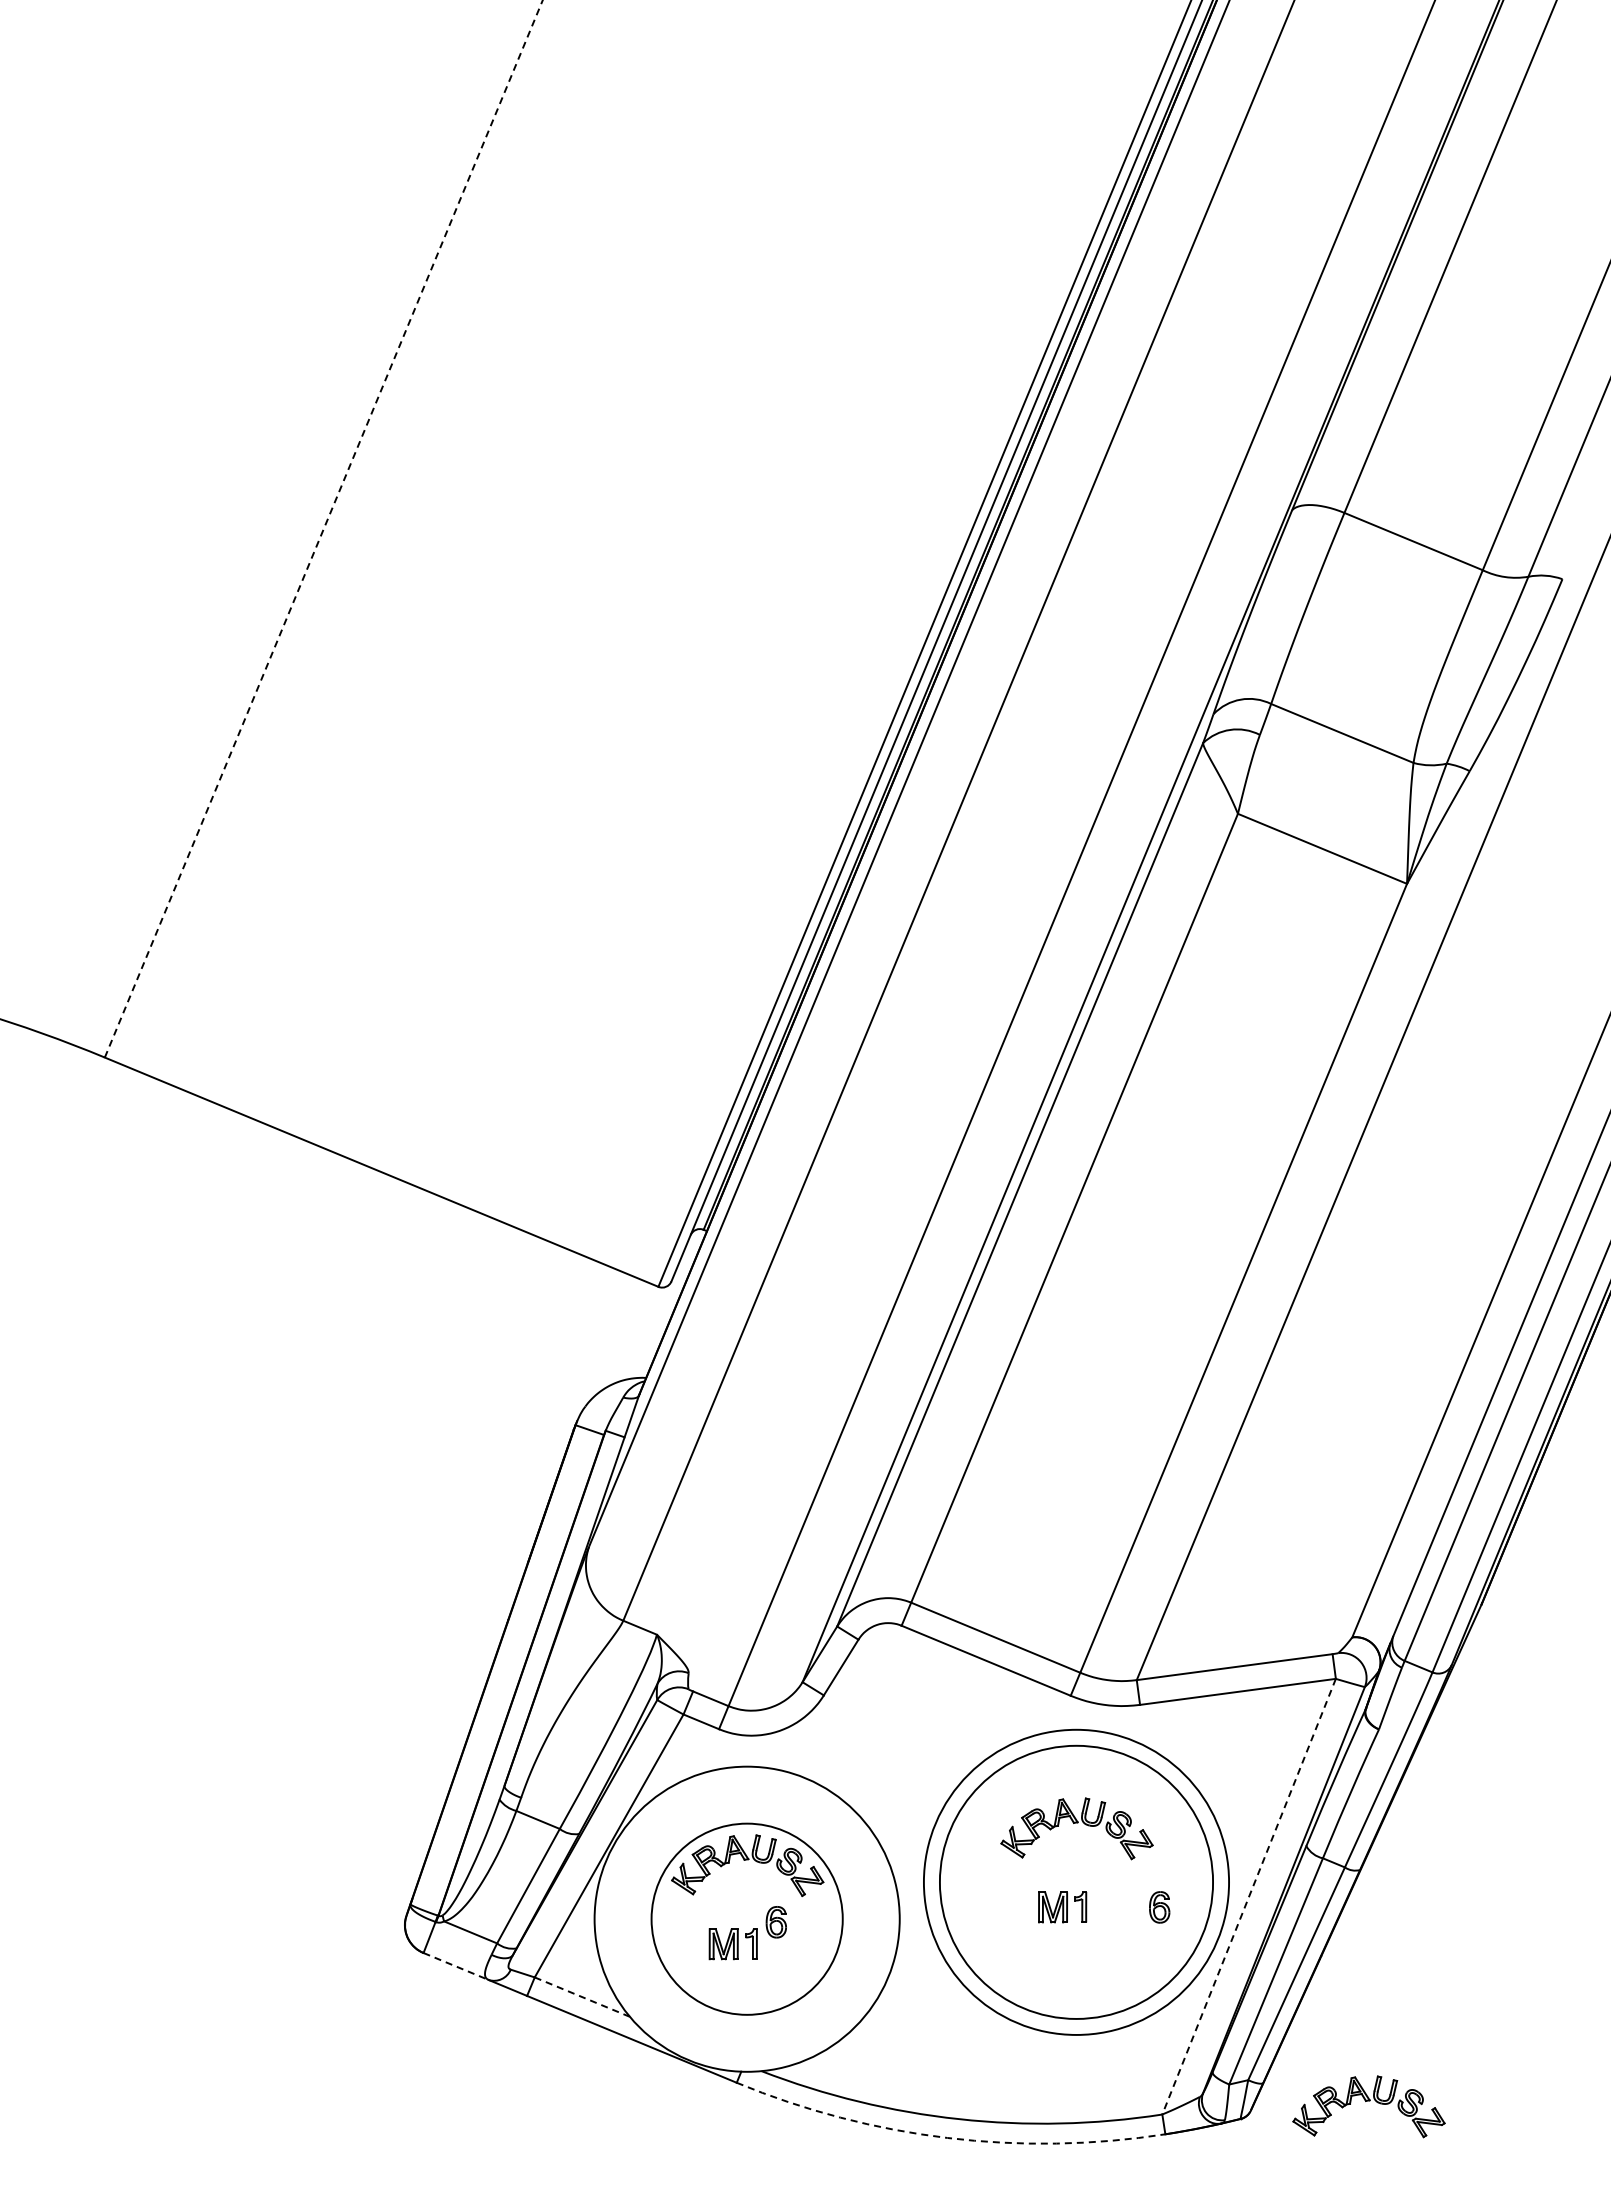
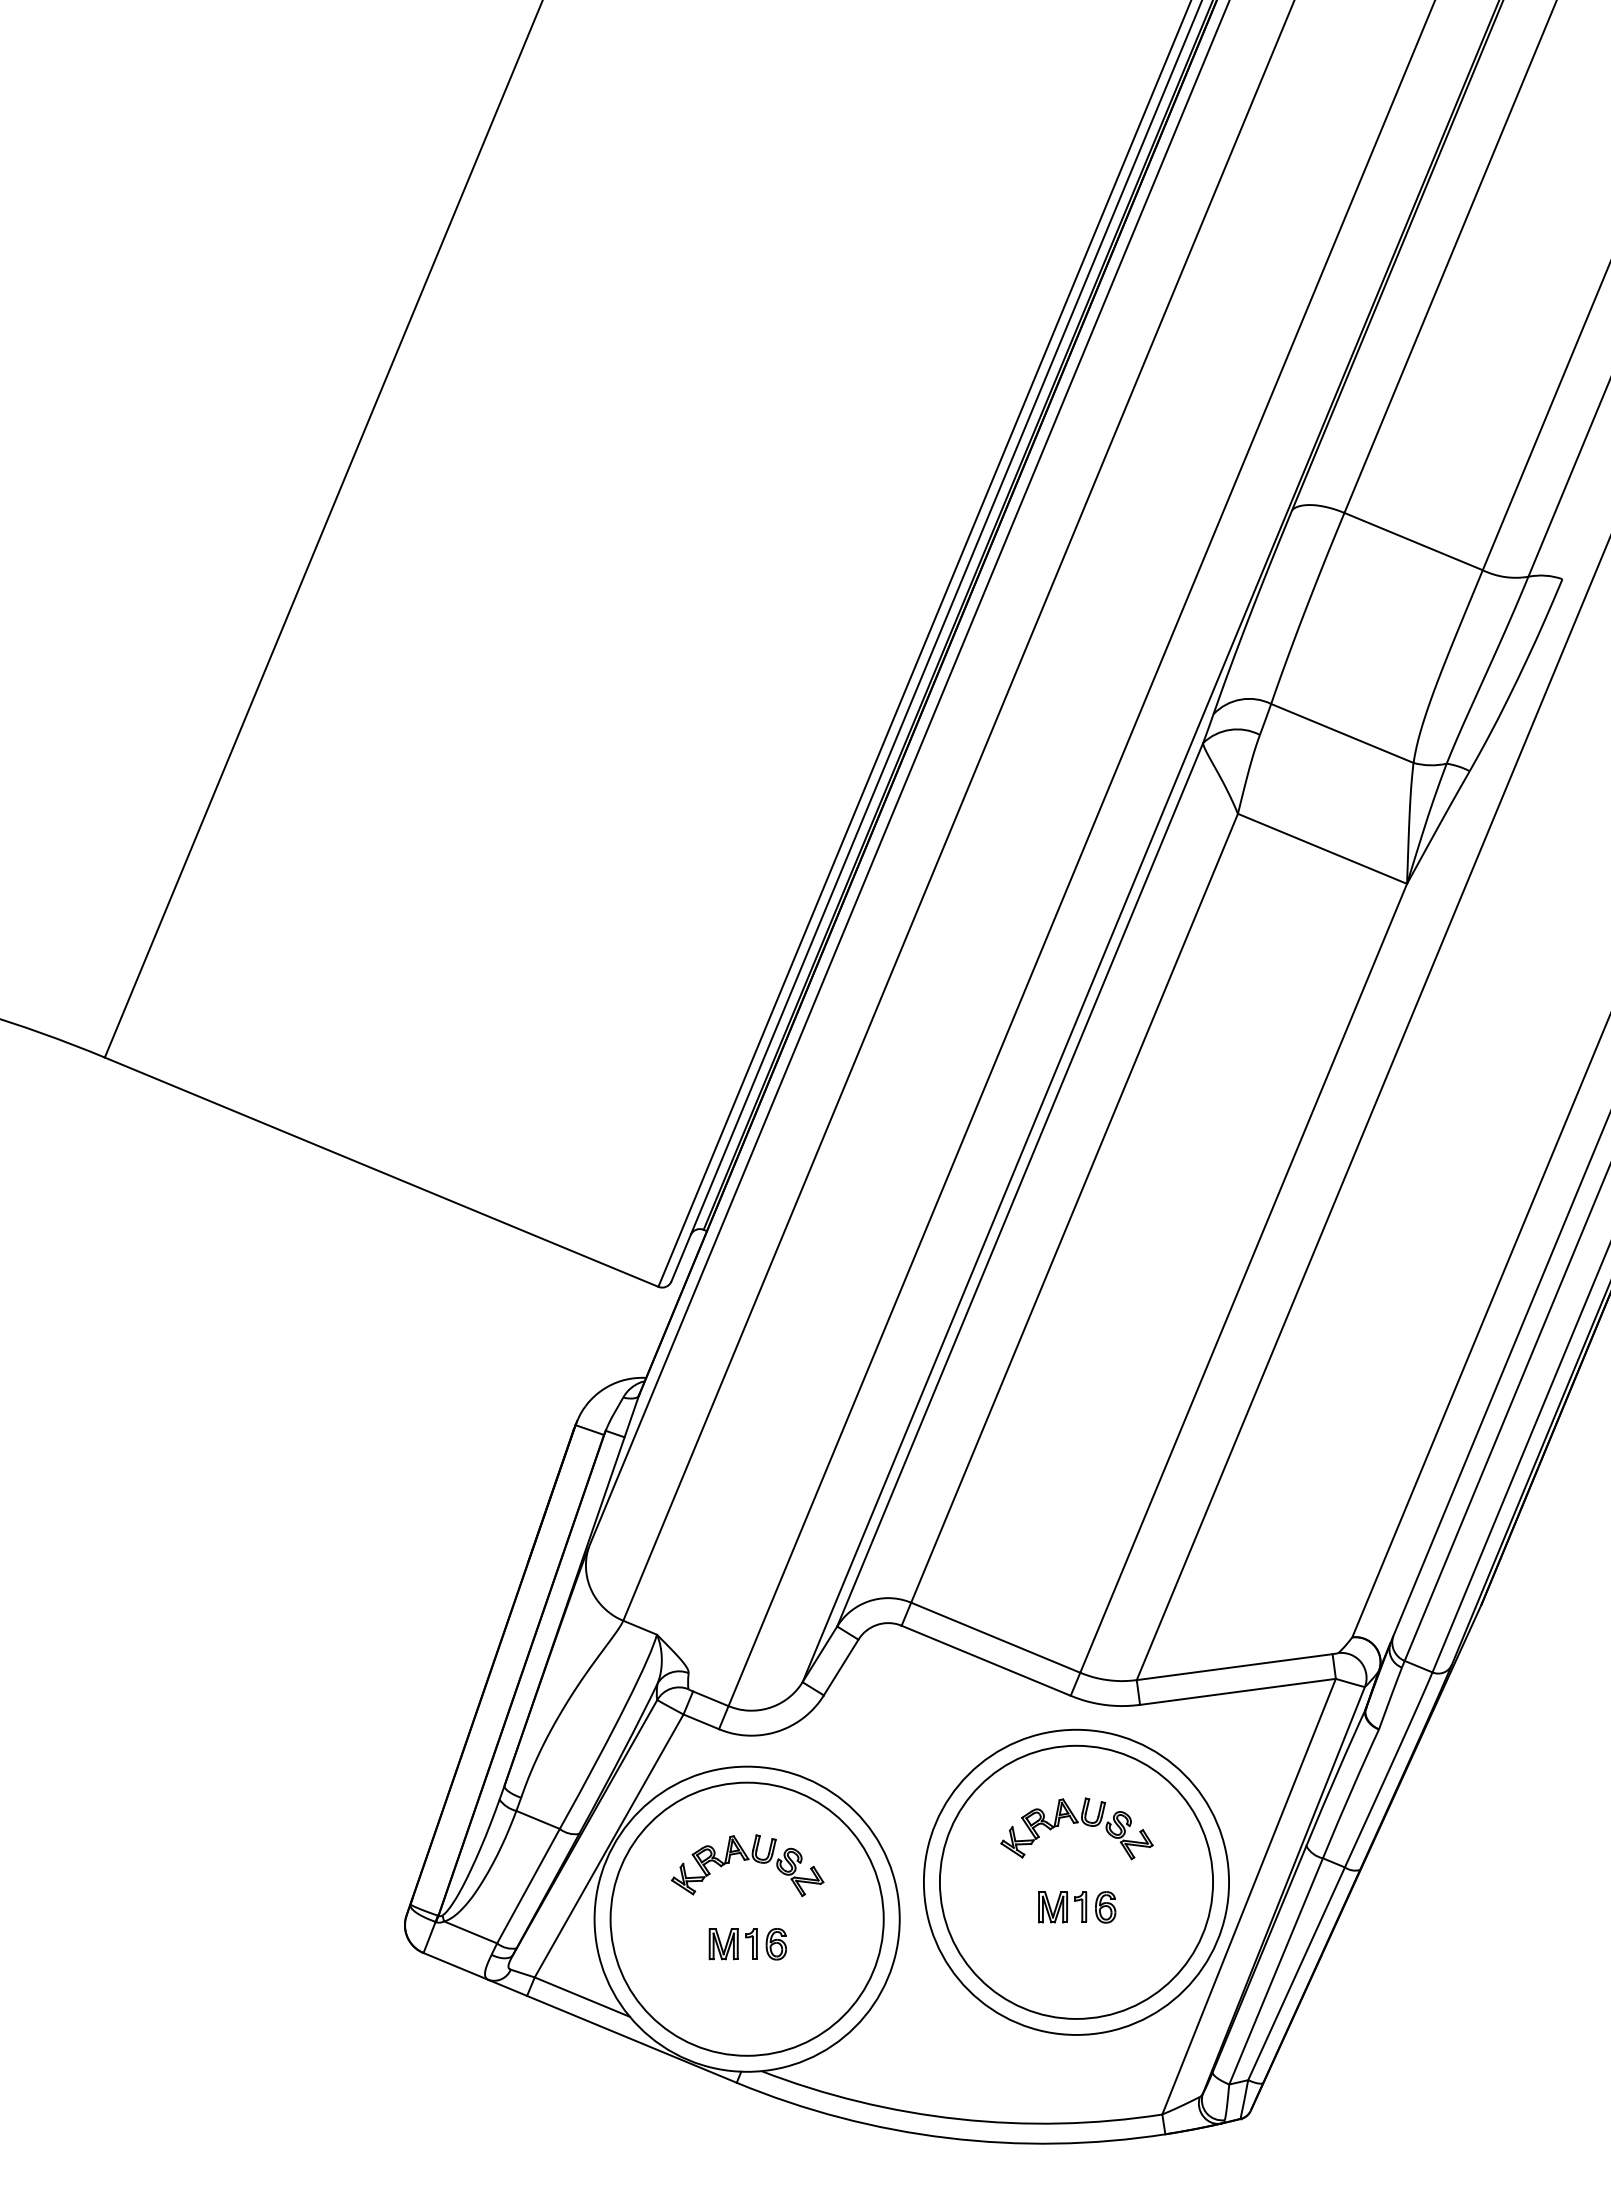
line at (323, 529): dashed -> solid
line at (1248, 1897): dashed -> solid
part at (1159, 1907) position: (1159, 1907) -> (1105, 1907)
circle at (746, 1918) diameter: 191 px -> 273 px
part at (775, 1922) position: (775, 1922) -> (775, 1944)
line at (456, 1966): dashed -> solid
line at (581, 1996): dashed -> solid
part at (1368, 2106): present -> none
arc at (947, 2137): dashed -> solid
